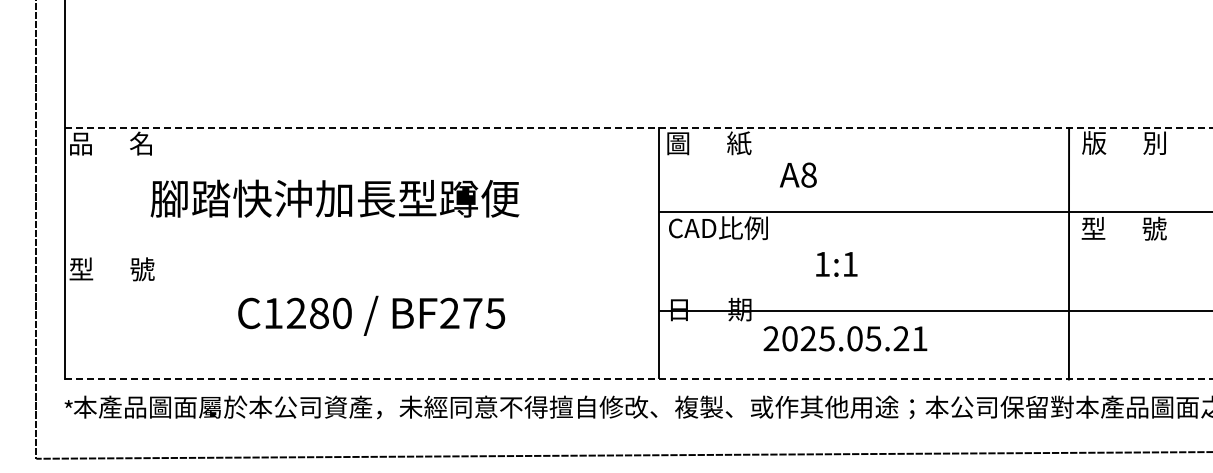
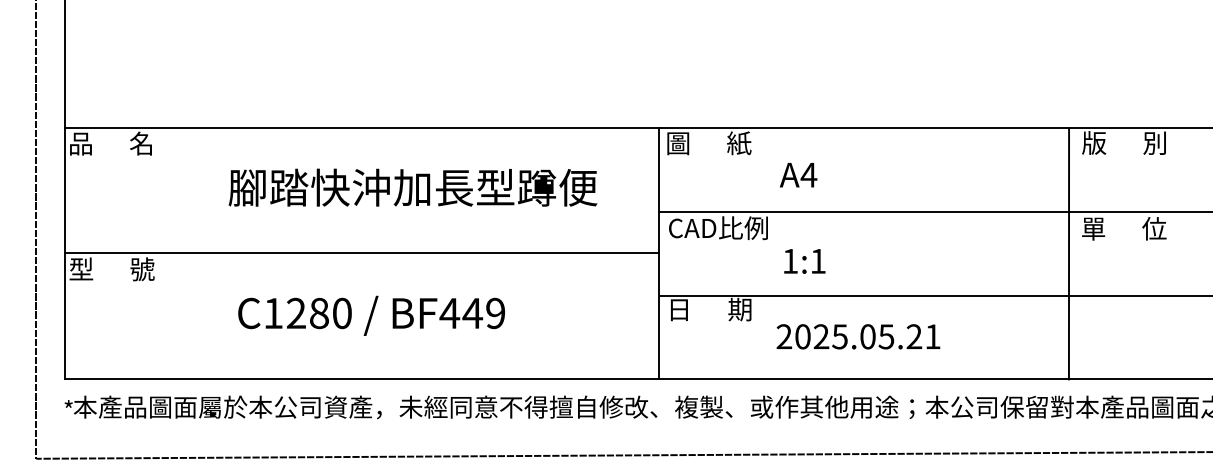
line at (638, 127): dashed -> solid
text at (808, 174): A8 -> A4
text at (334, 198) position: (334, 198) -> (412, 187)
text at (1123, 228): 型      號 -> 單      位
line at (361, 253): none -> present
text at (836, 264) position: (836, 264) -> (804, 261)
line at (934, 310) position: (934, 310) -> (934, 295)
text at (472, 312): BF275 -> BF449
text at (845, 338) position: (845, 338) -> (858, 336)
line at (638, 379): dashed -> solid
